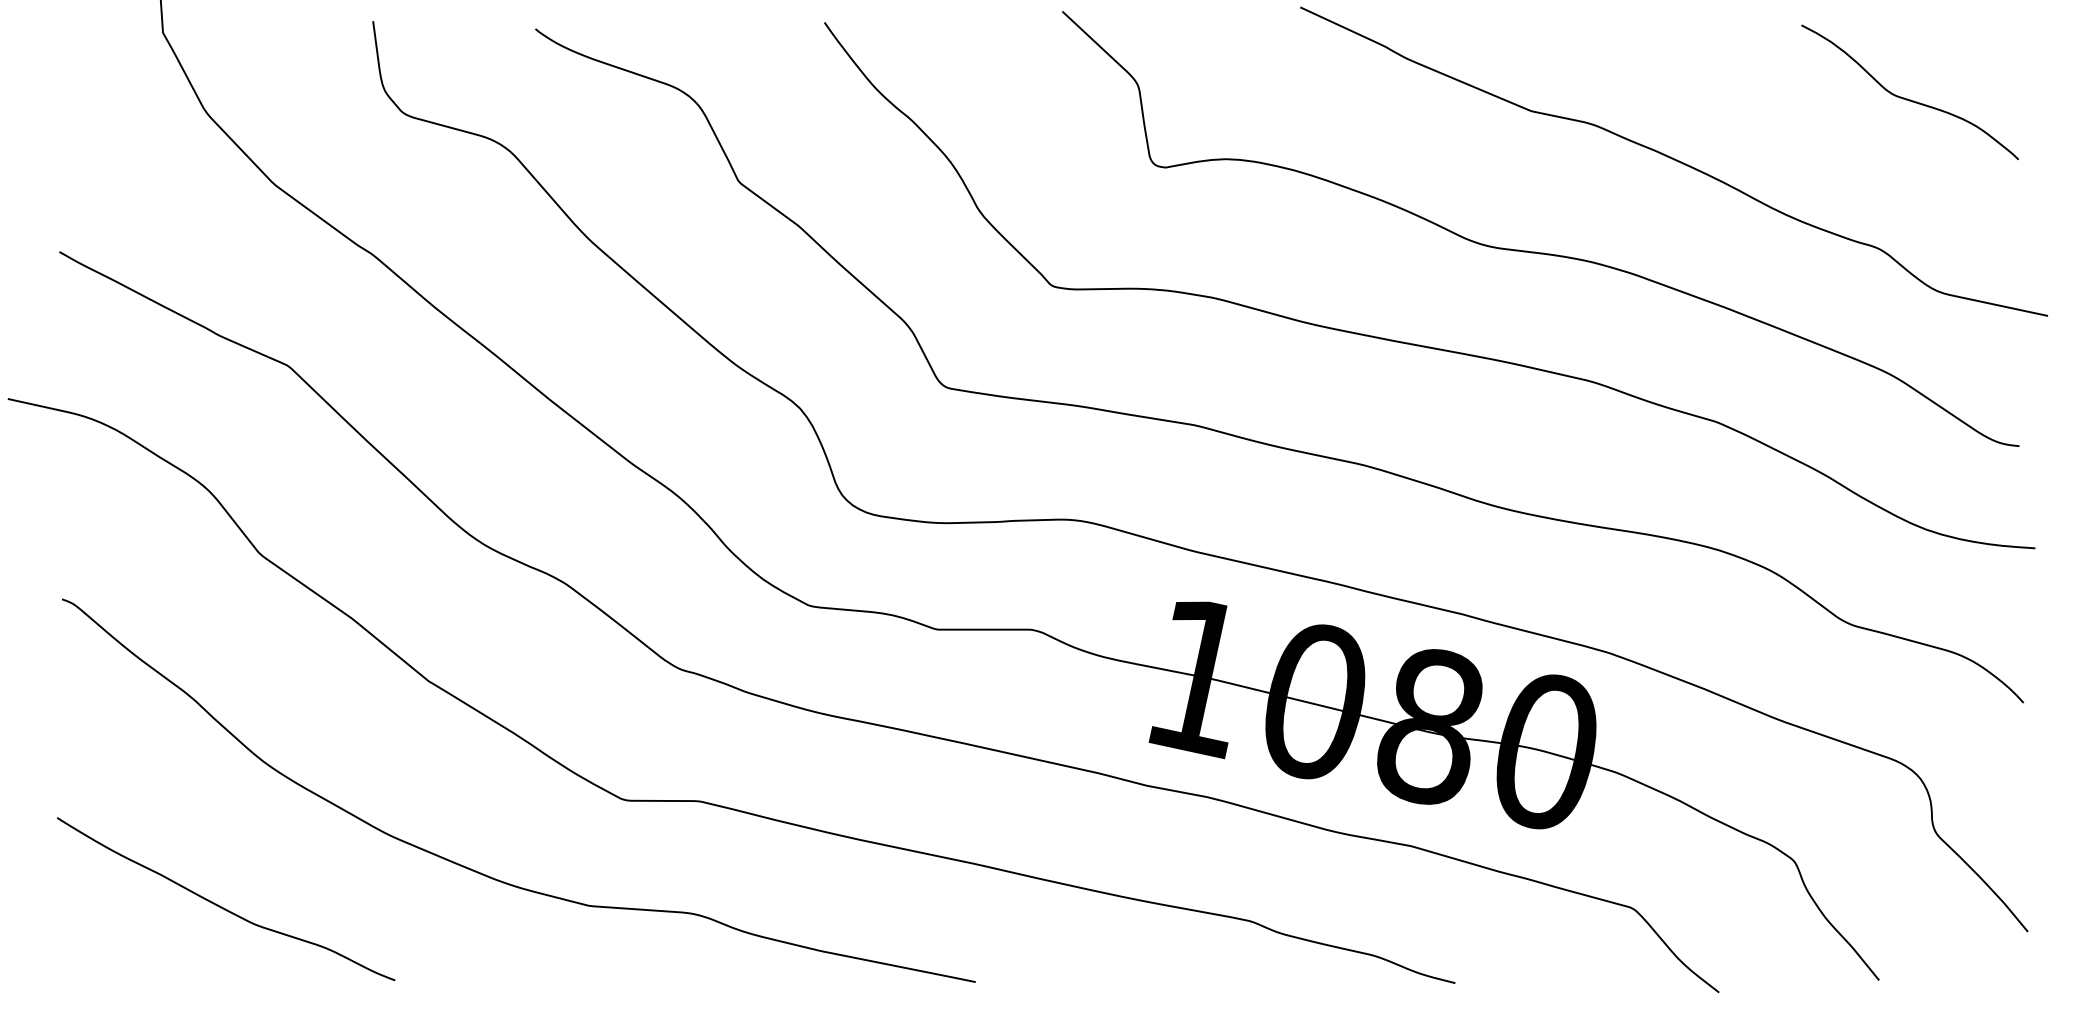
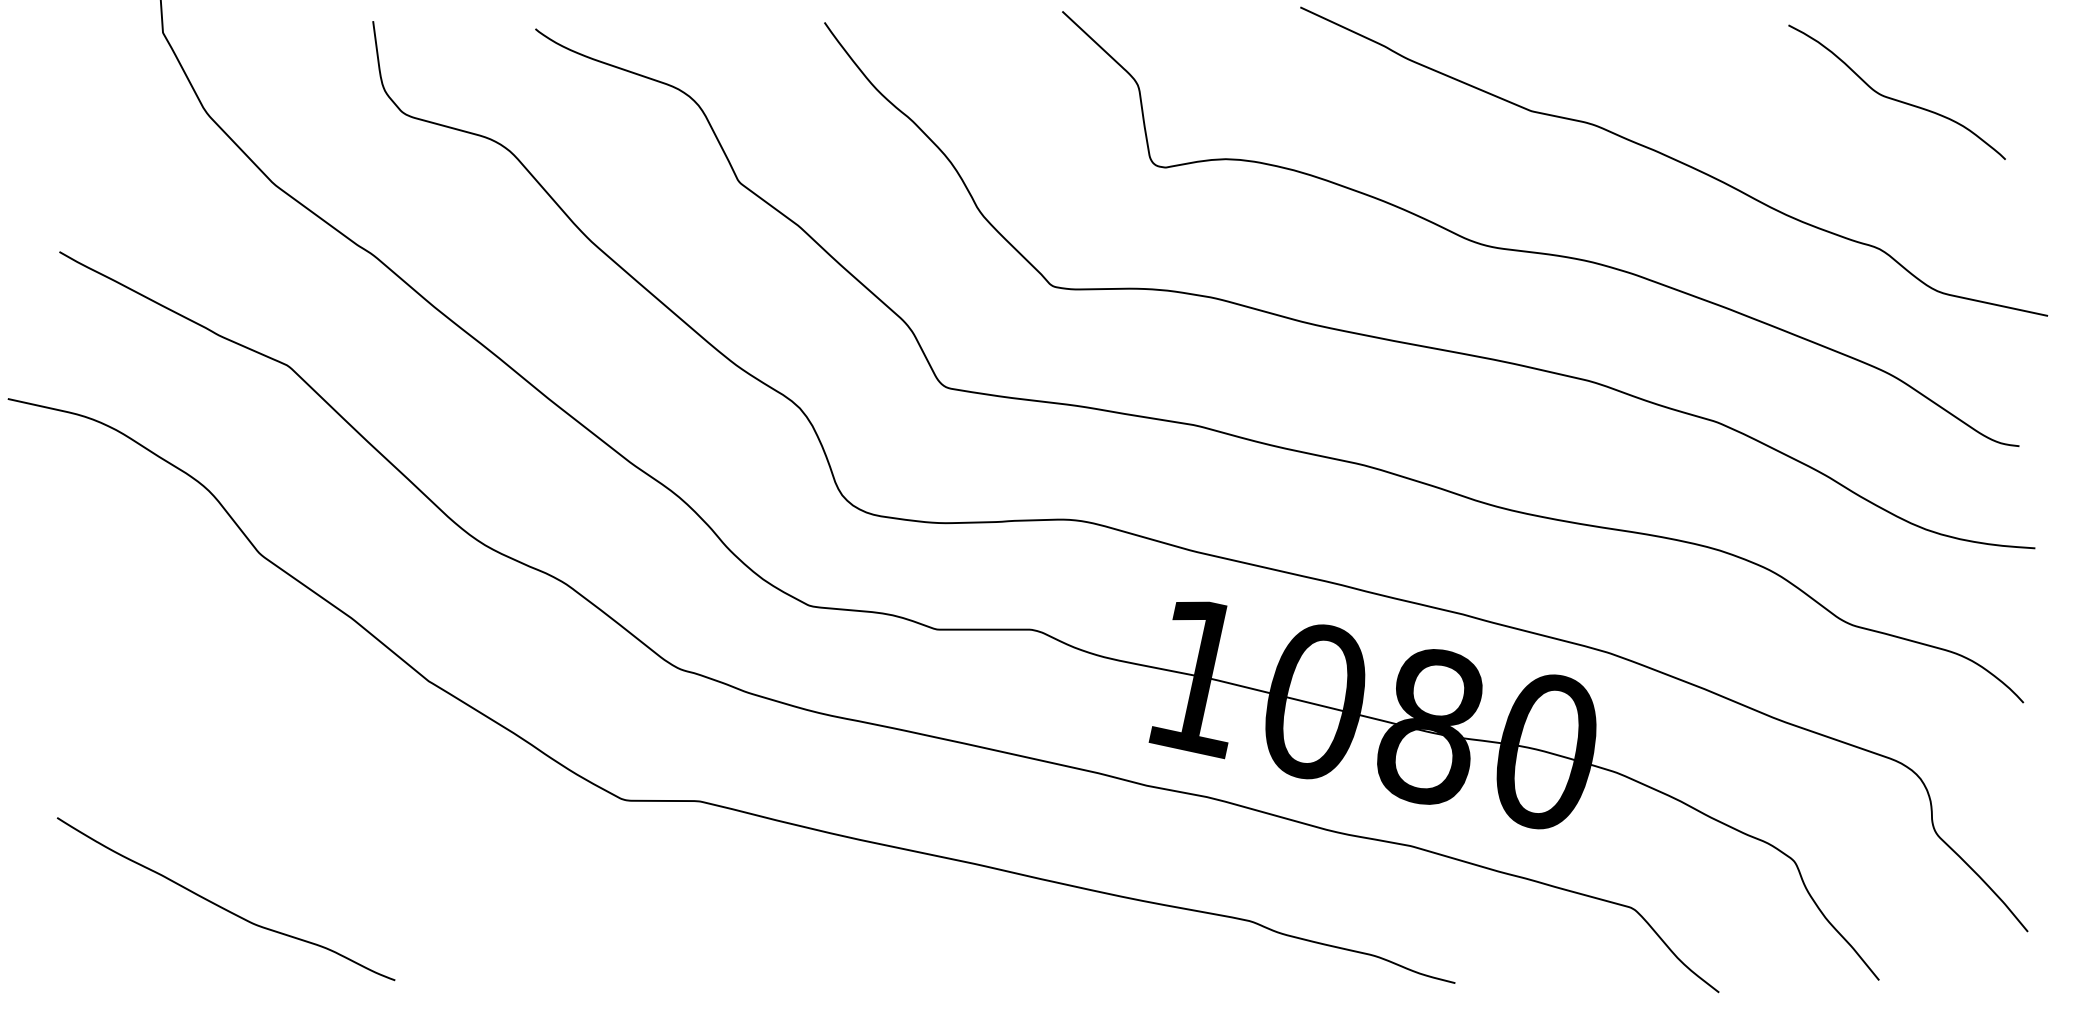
curve at (1907, 98) position: (1907, 98) -> (1894, 98)
curve at (481, 872): present -> none
